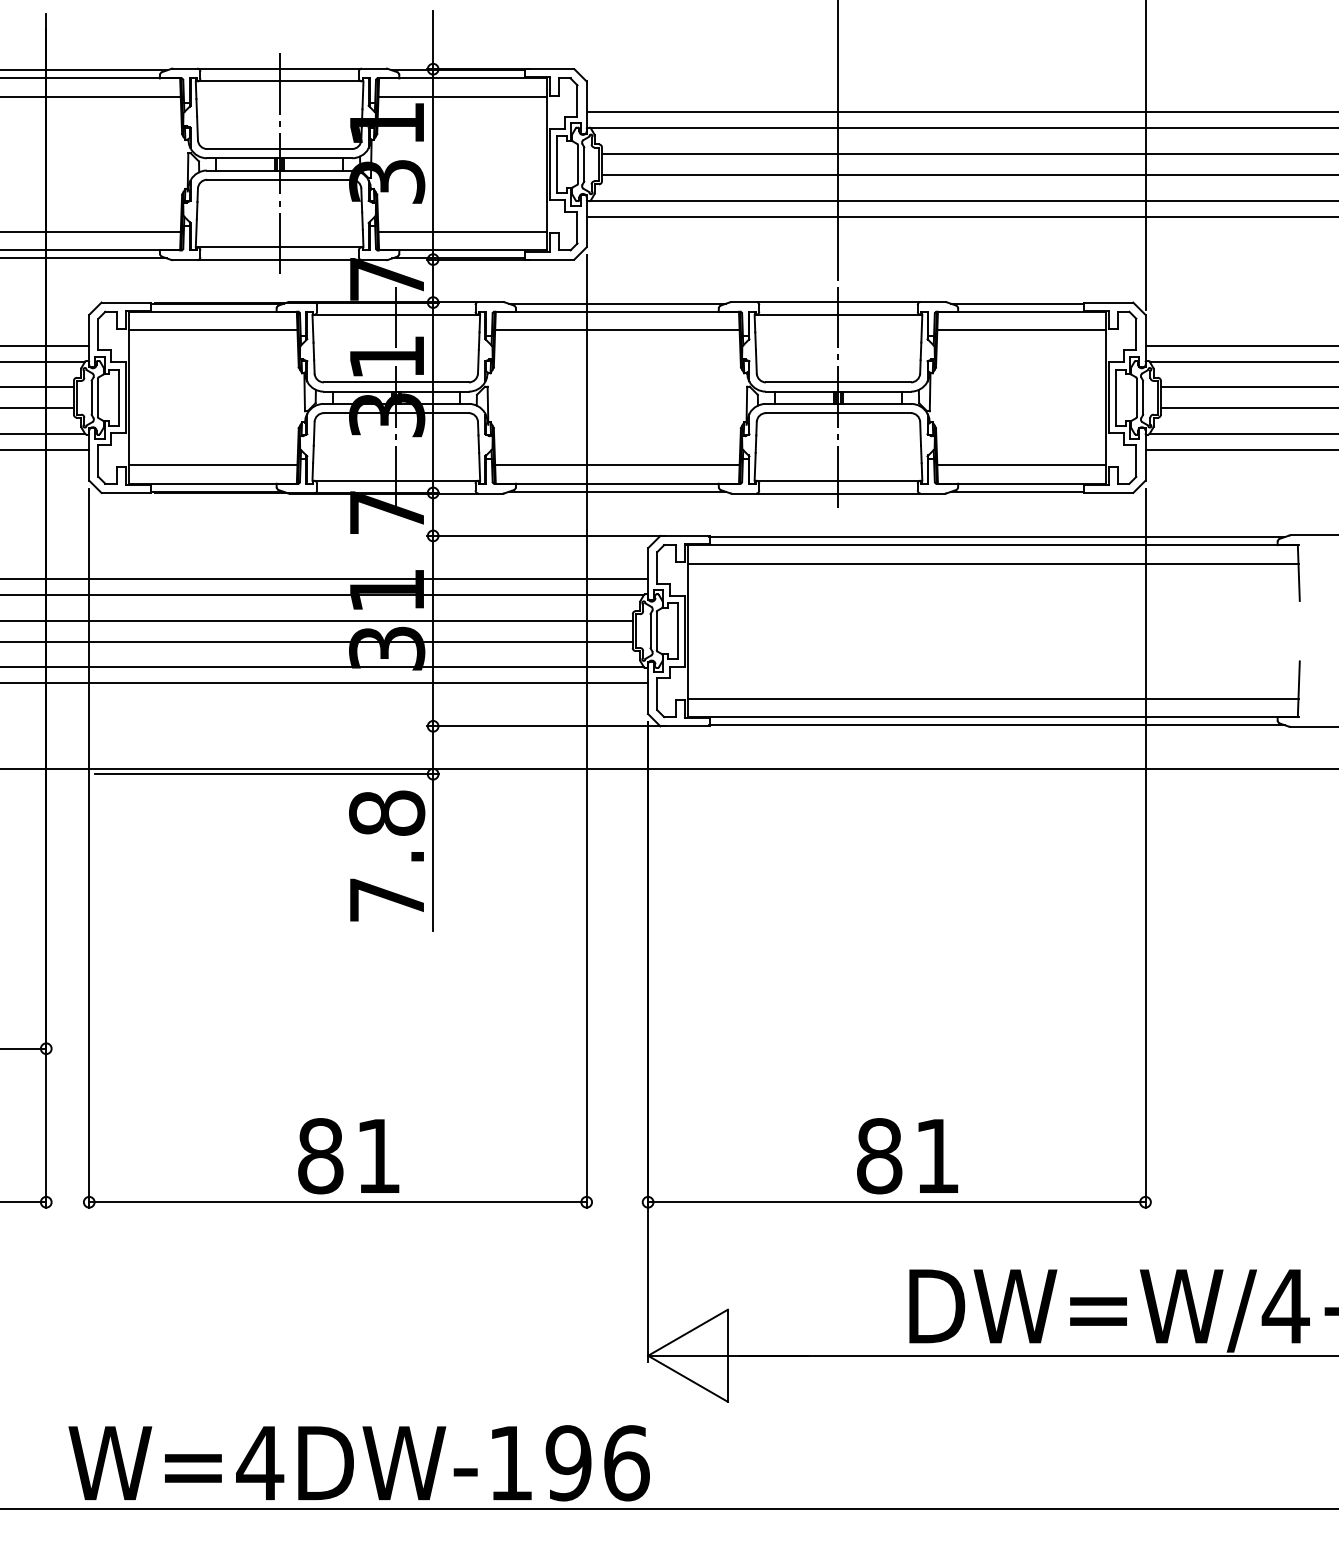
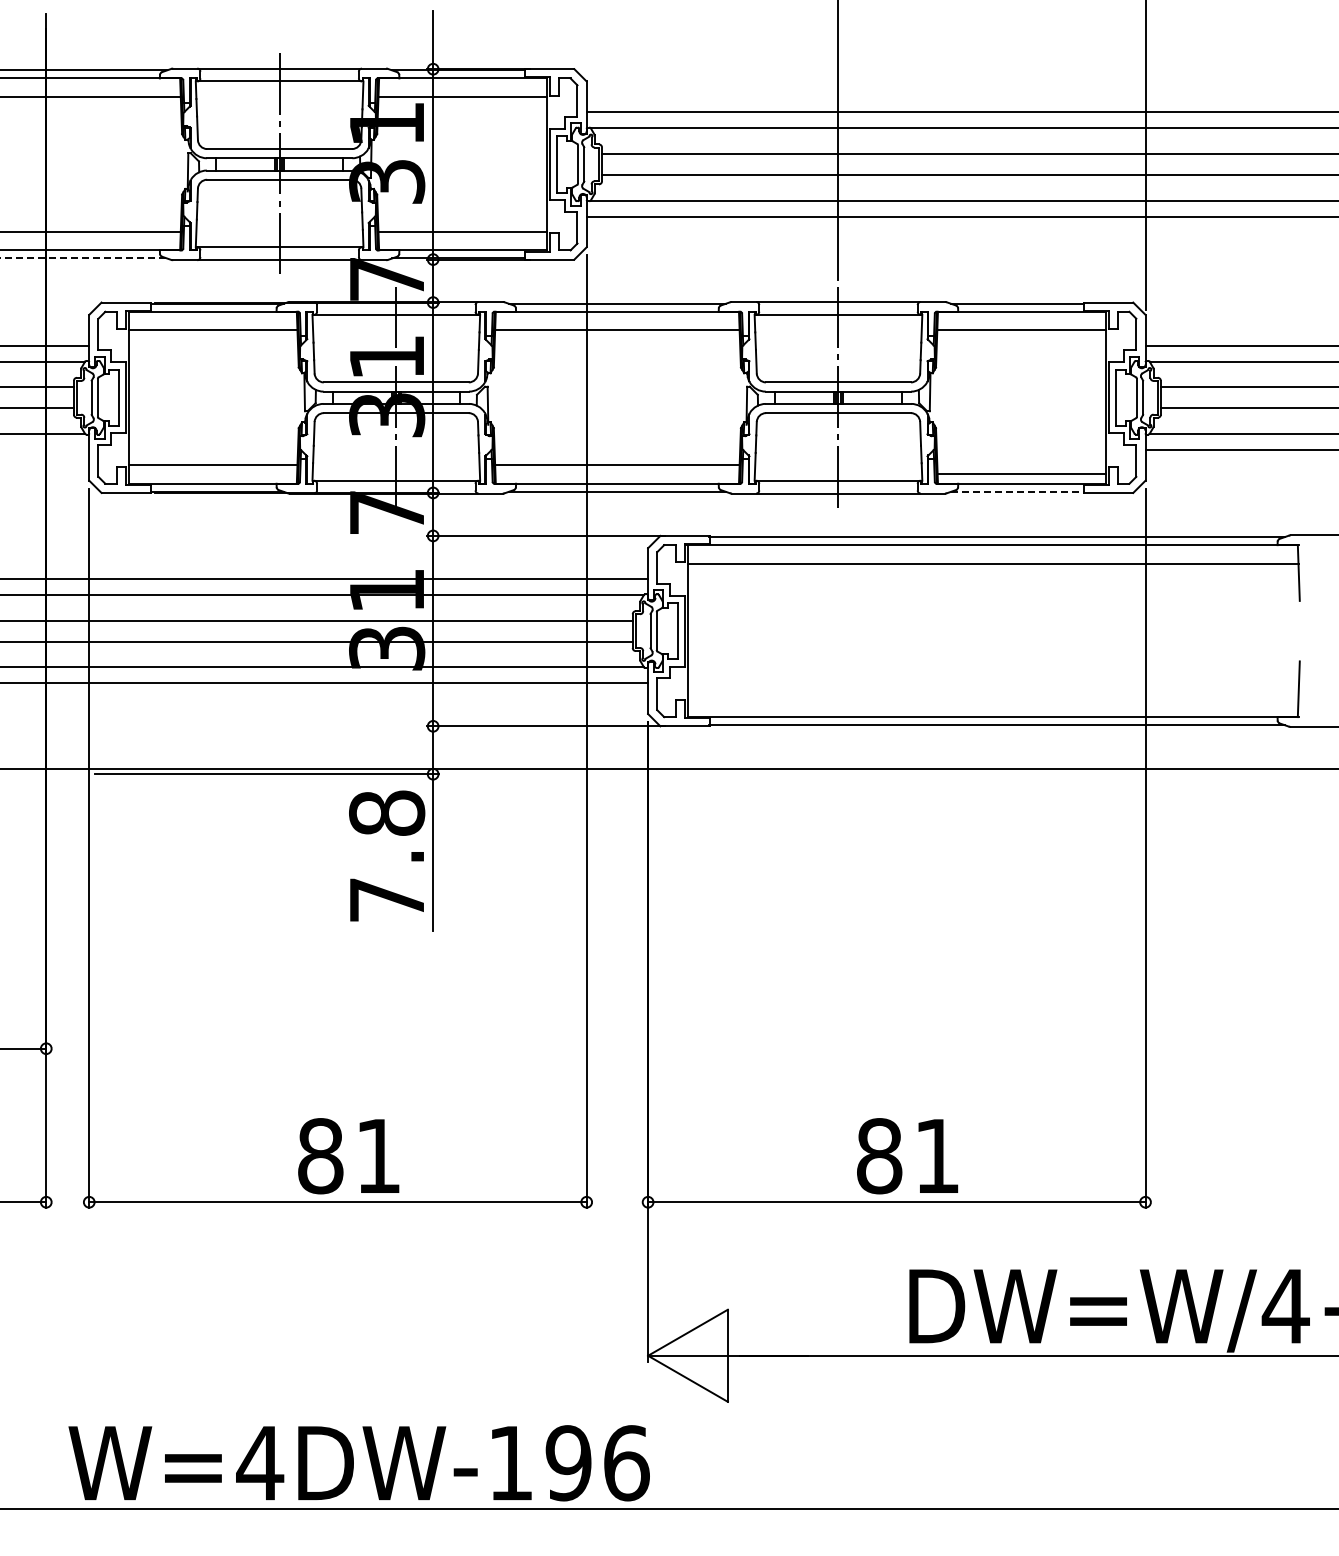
line at (84, 258): solid -> dashed
line at (45, 449): present -> none
line at (1021, 465) position: (1021, 465) -> (1021, 474)
line at (1017, 491): solid -> dashed
line at (993, 698): present -> none
